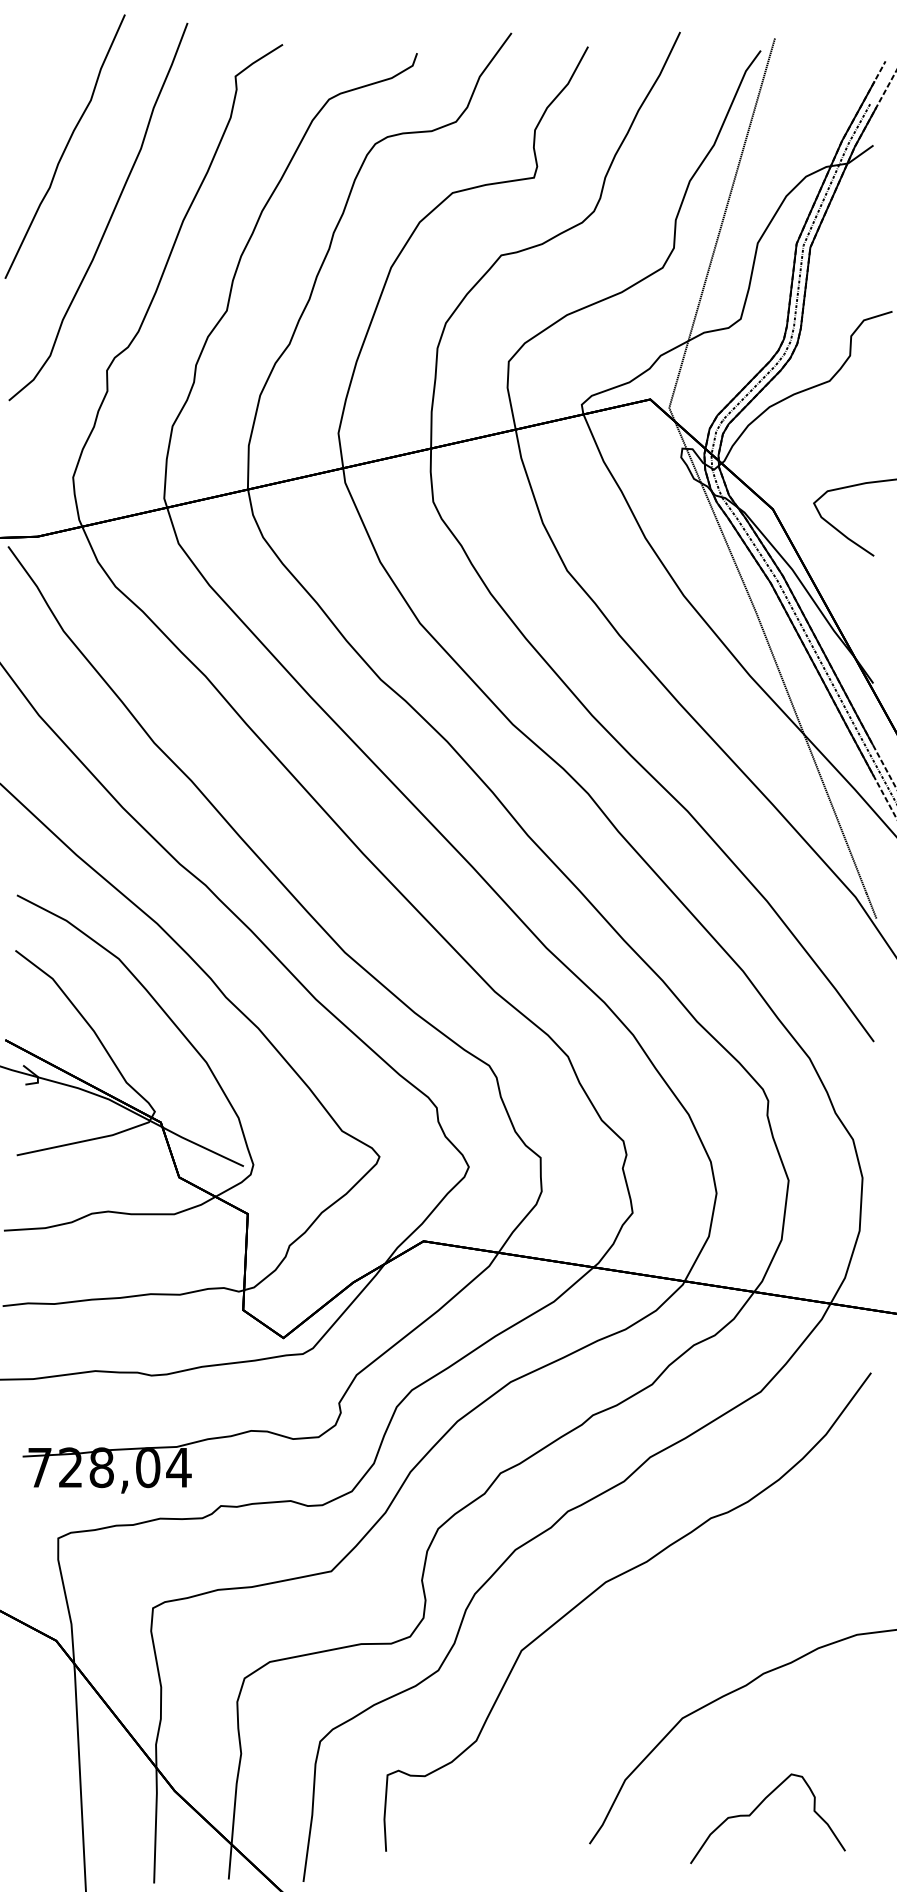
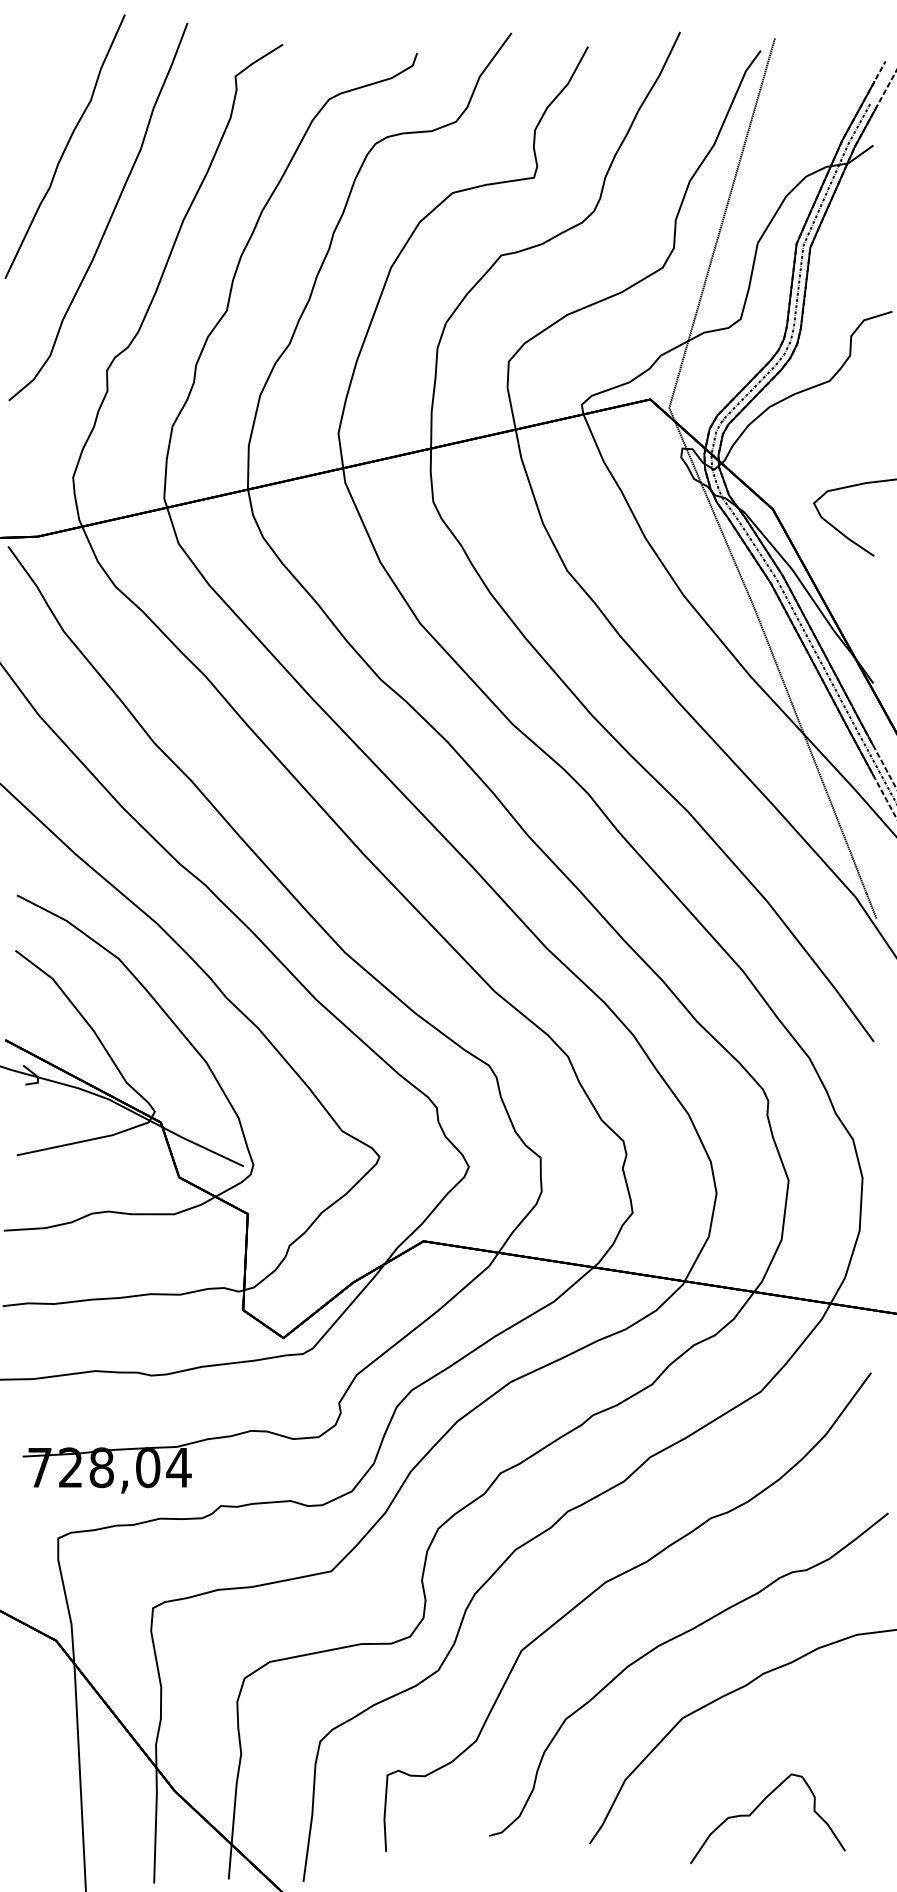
curve at (672, 1640): none -> present
